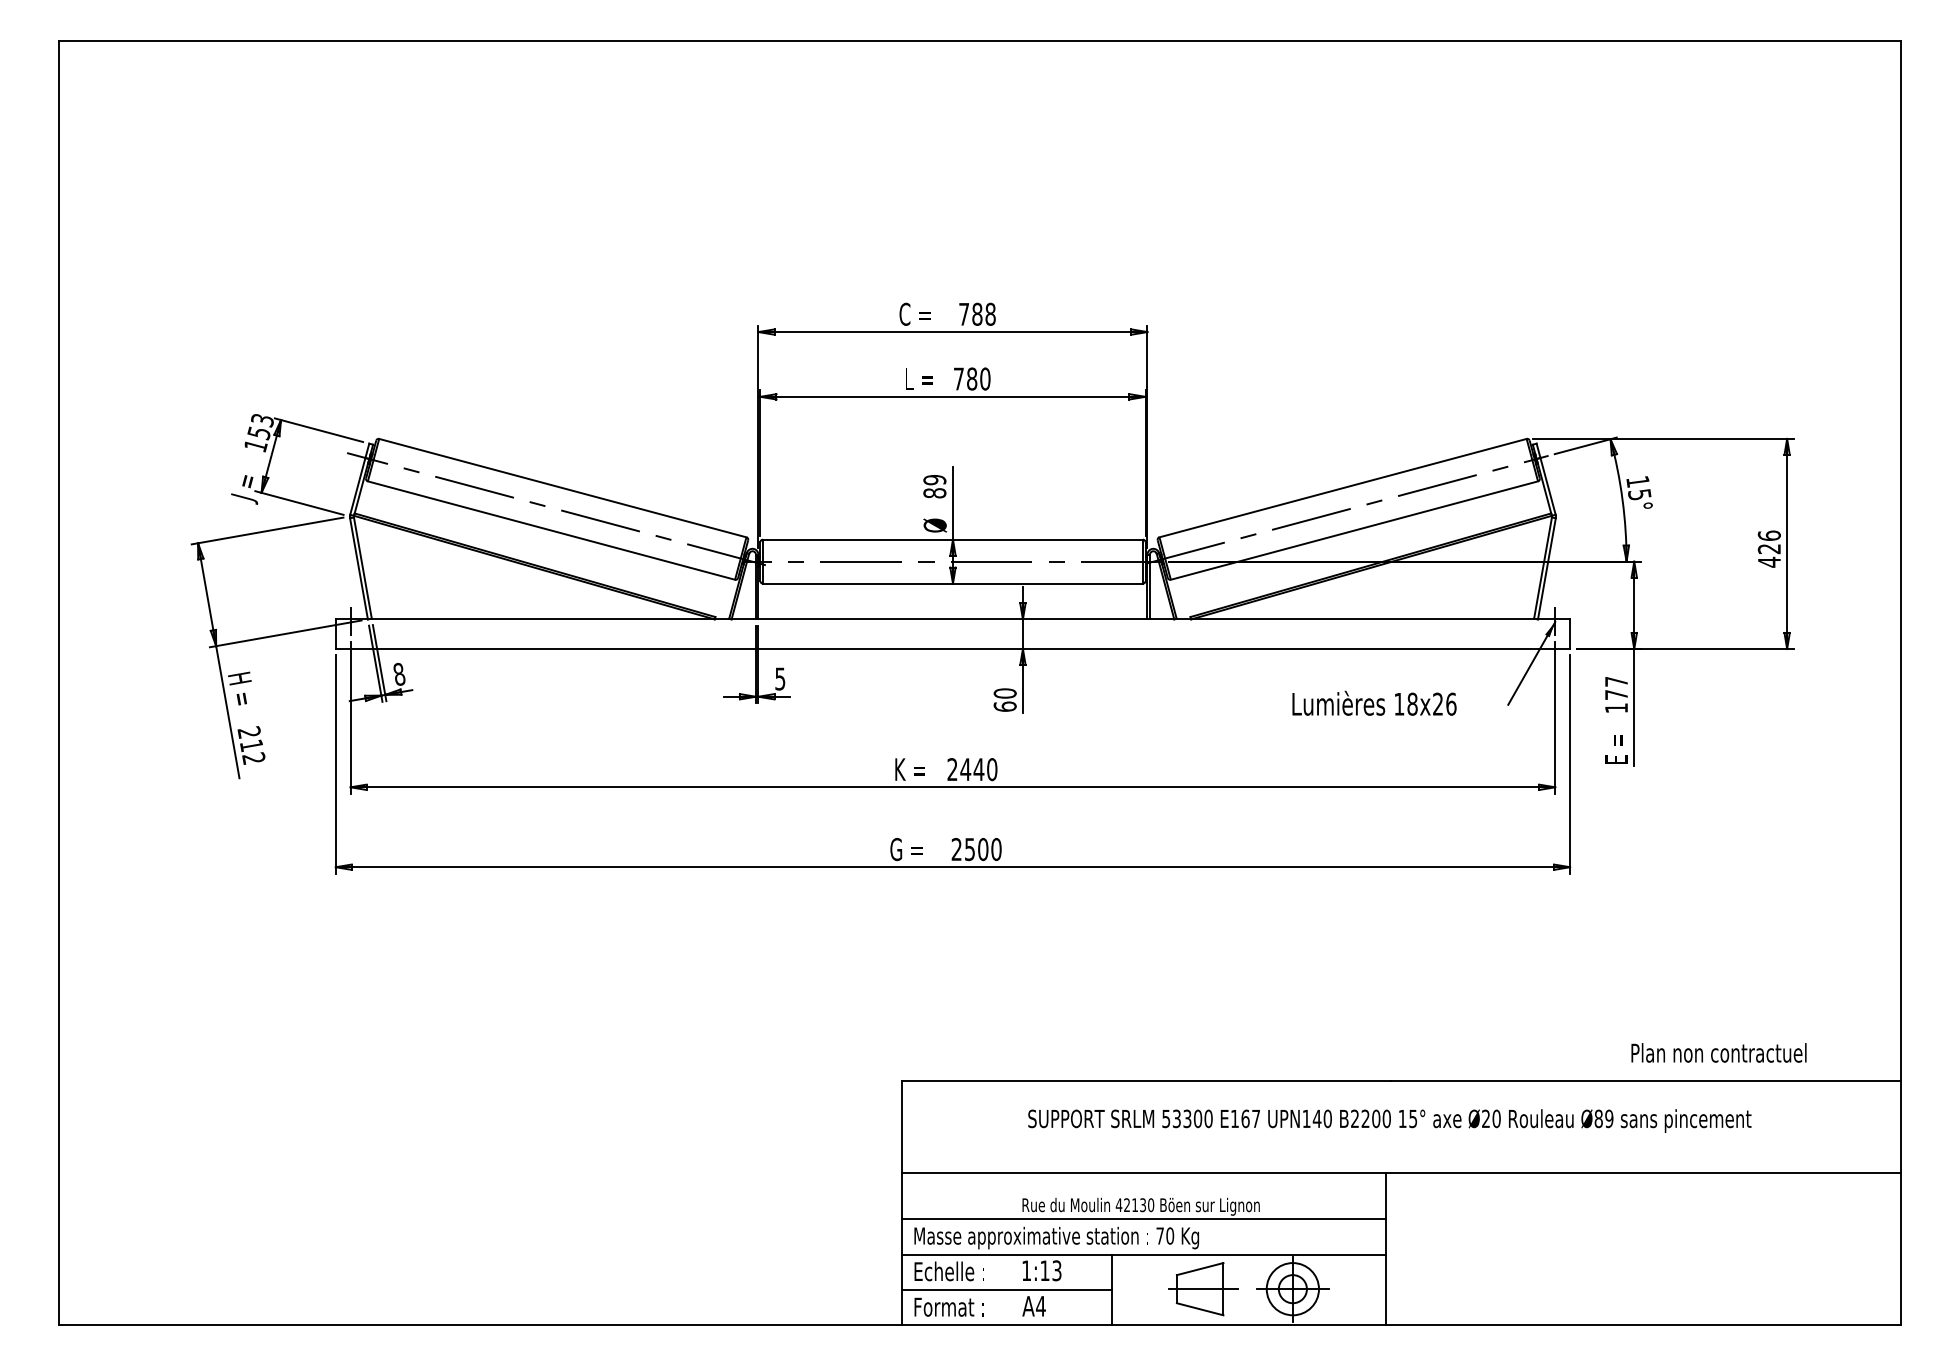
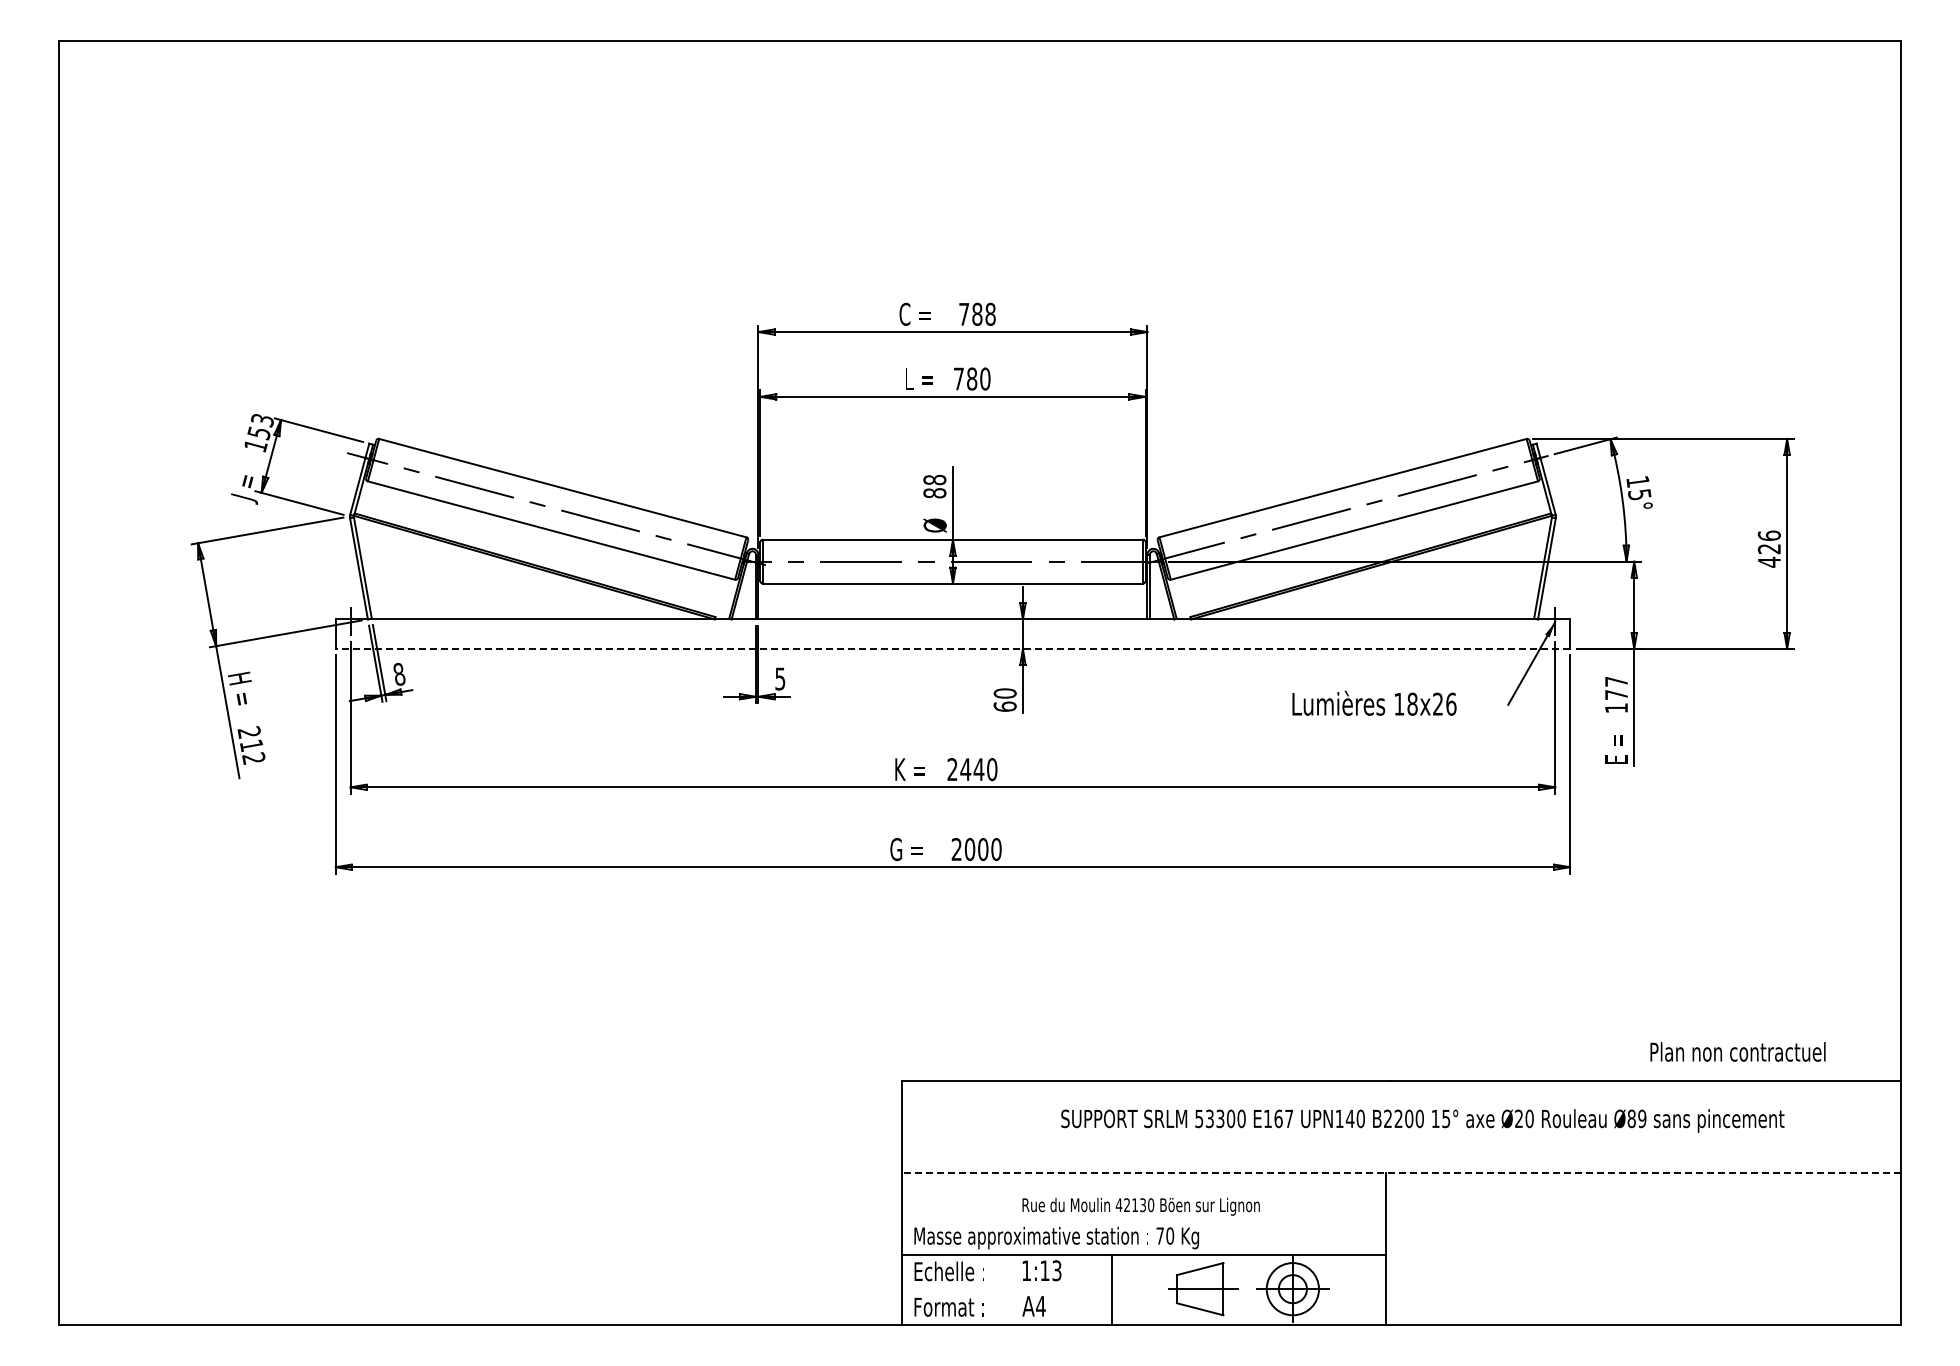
text at (934, 479): 89 -> 88
line at (952, 649): solid -> dashed
text at (969, 849): 2500 -> 2000
text at (1718, 1052) position: (1718, 1052) -> (1737, 1051)
text at (1389, 1120) position: (1389, 1120) -> (1422, 1120)
line at (1401, 1172): solid -> dashed
line at (1143, 1219): present -> none
line at (1006, 1289): present -> none
